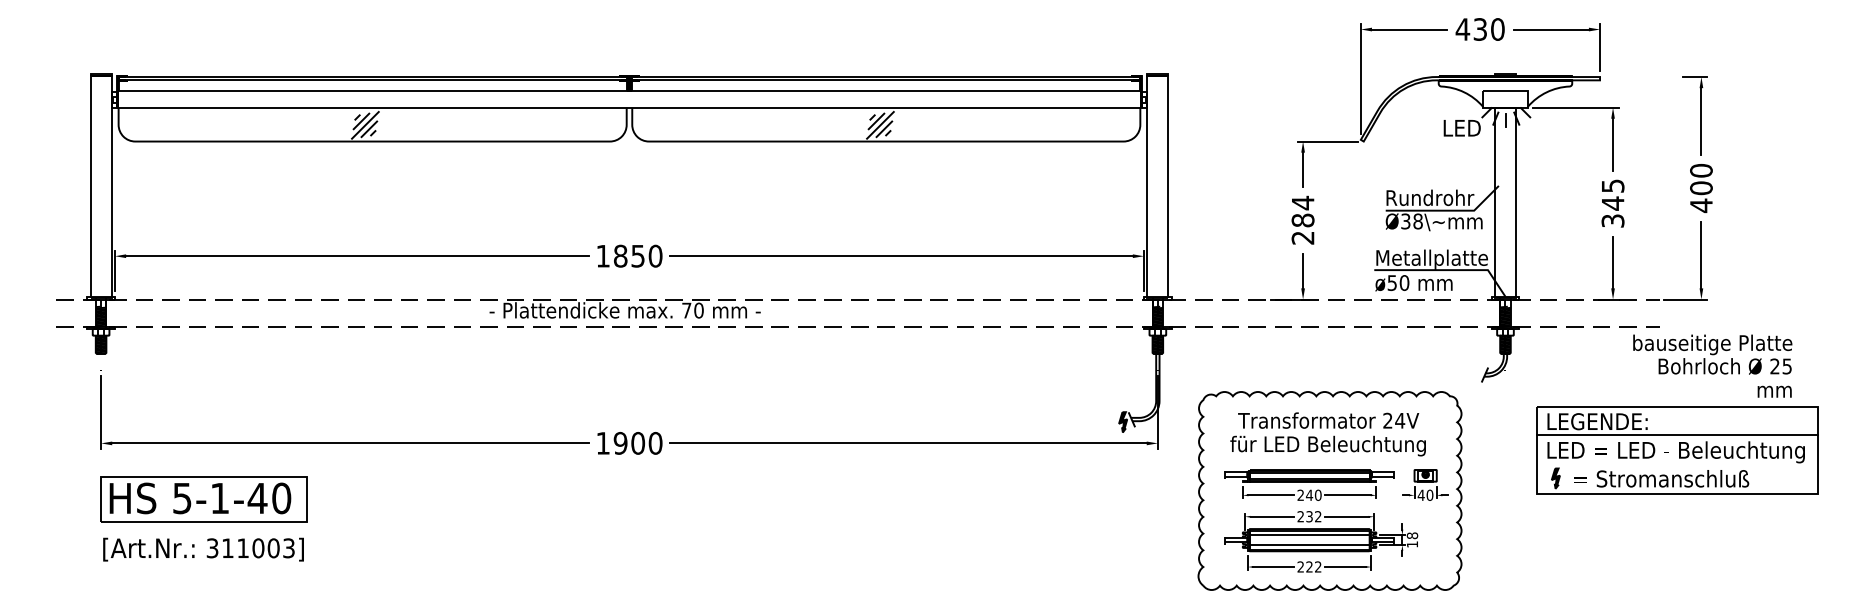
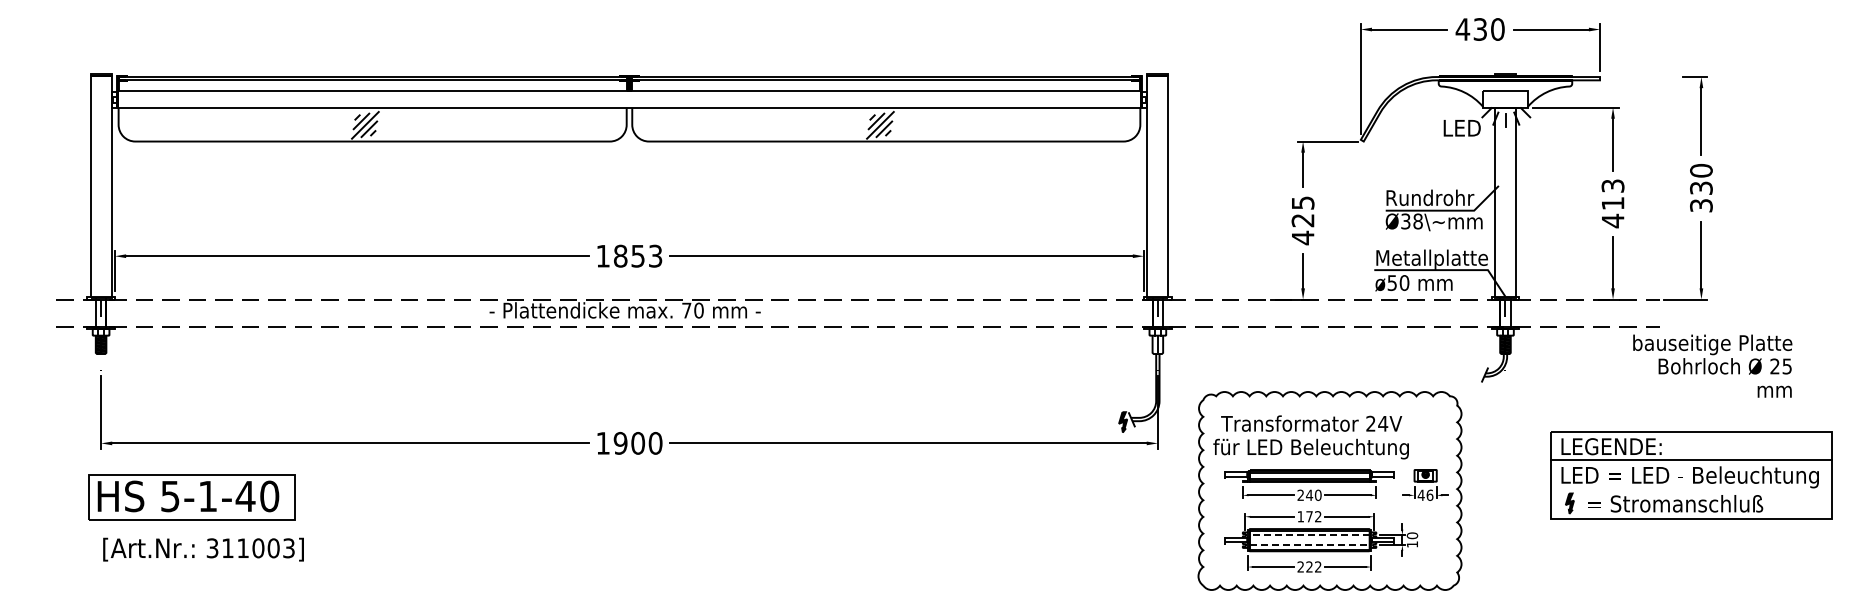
text at (1701, 197): 400 -> 330
text at (1612, 203): 345 -> 413
text at (1302, 220): 284 -> 425
text at (655, 255): 1850 -> 1853
hatch at (100, 316): present -> none
hatch at (1157, 316): present -> none
hatch at (1505, 316): present -> none
hatch at (1157, 344): present -> none
text at (1327, 434) position: (1327, 434) -> (1310, 437)
part at (1677, 450) position: (1677, 450) -> (1691, 475)
text at (1429, 494): 40 -> 46
part at (203, 499) position: (203, 499) -> (191, 497)
text at (1304, 516): 232 -> 172
line at (1309, 535): solid -> dashed
text at (1412, 535): 18 -> 10
line at (1310, 545): solid -> dashed
